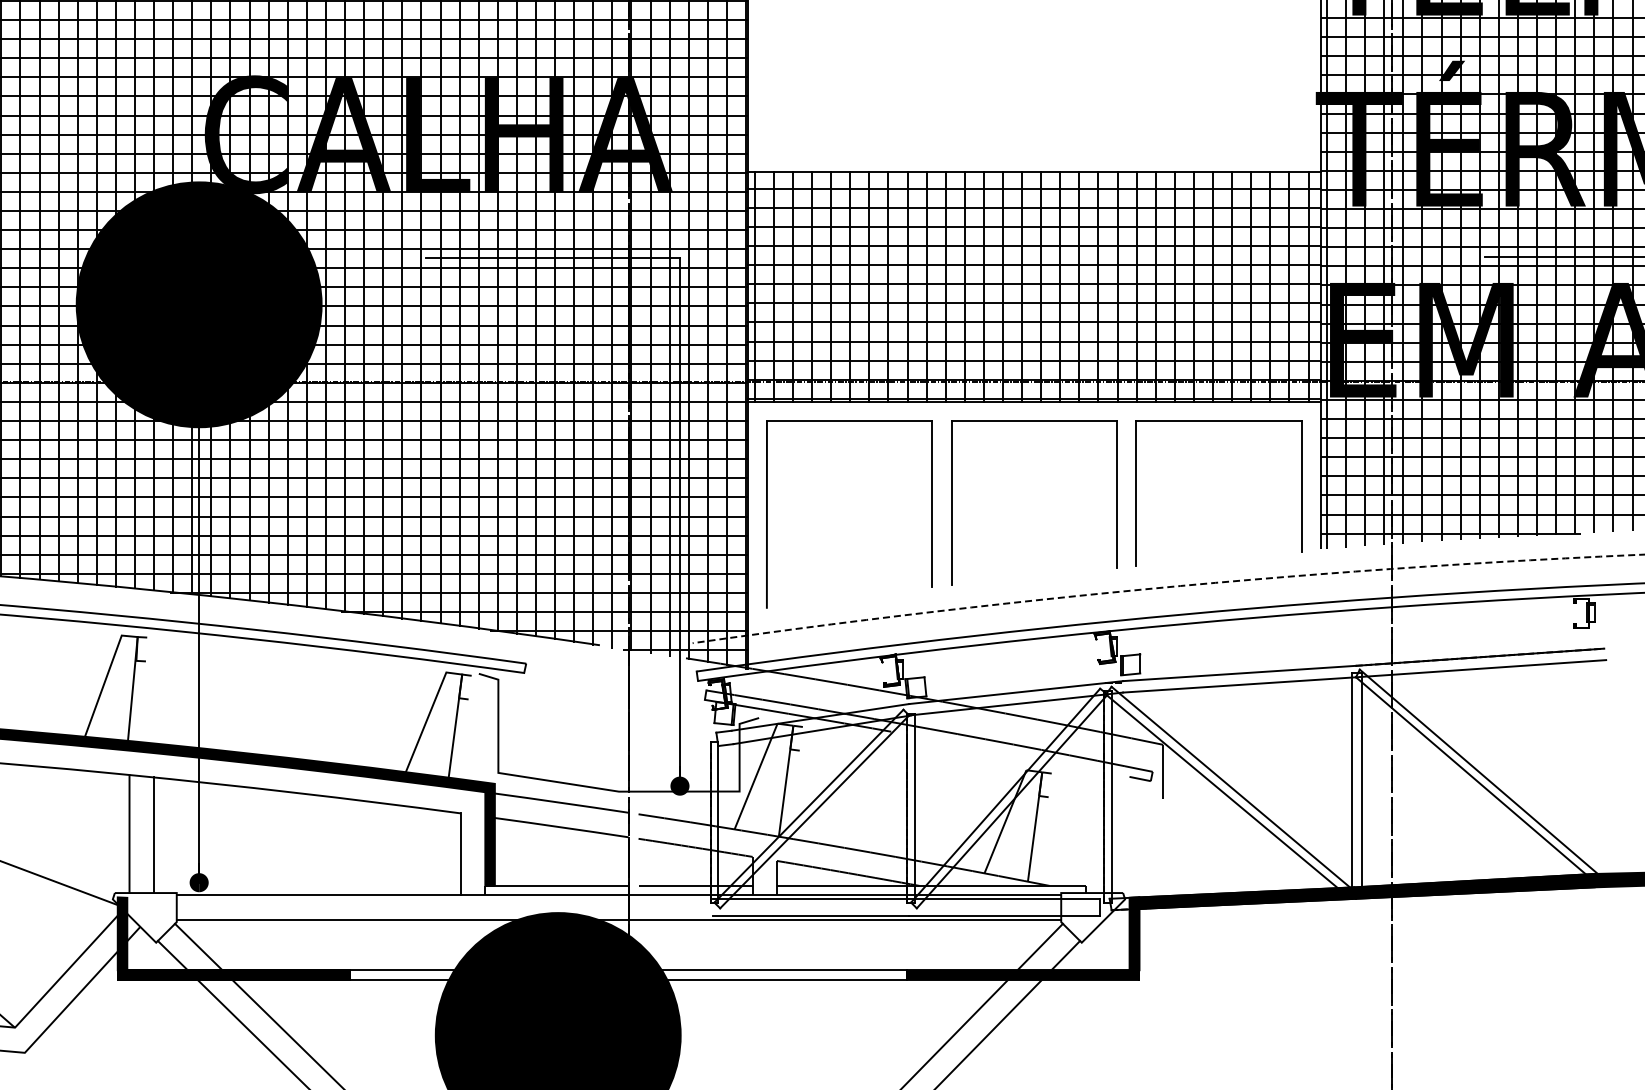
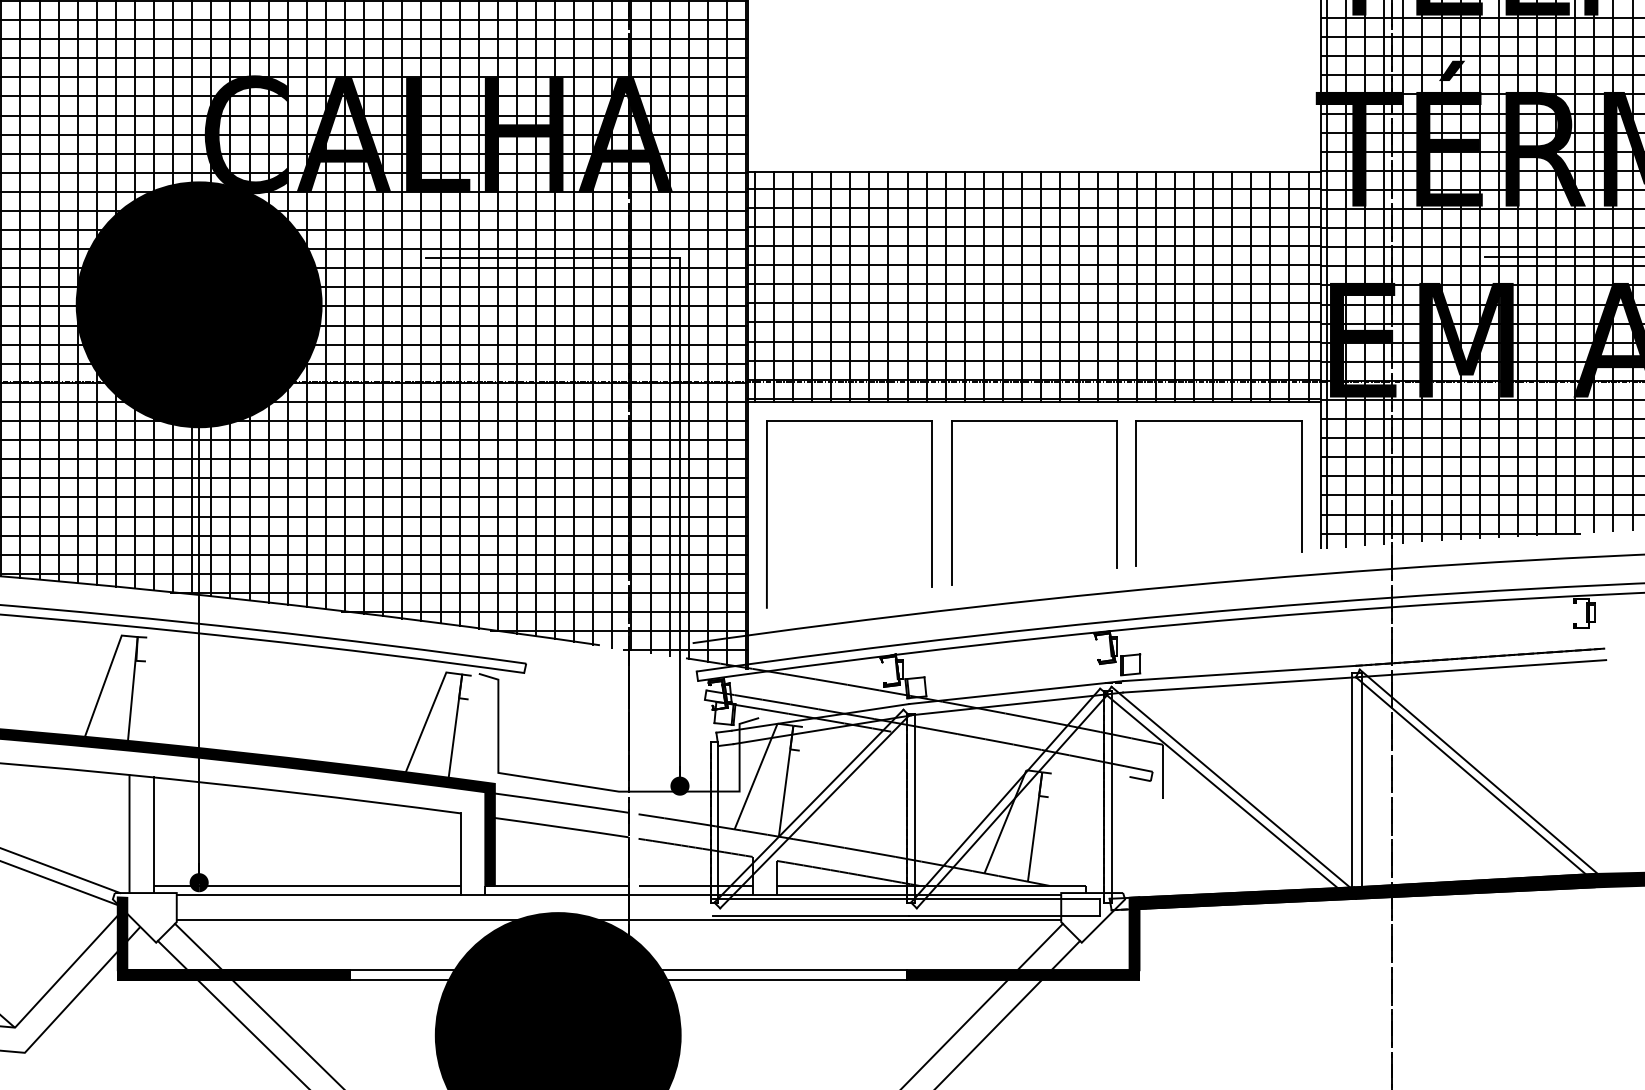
arc at (1167, 587): dashed -> solid
line at (61, 870): none -> present
line at (307, 885): none -> present
